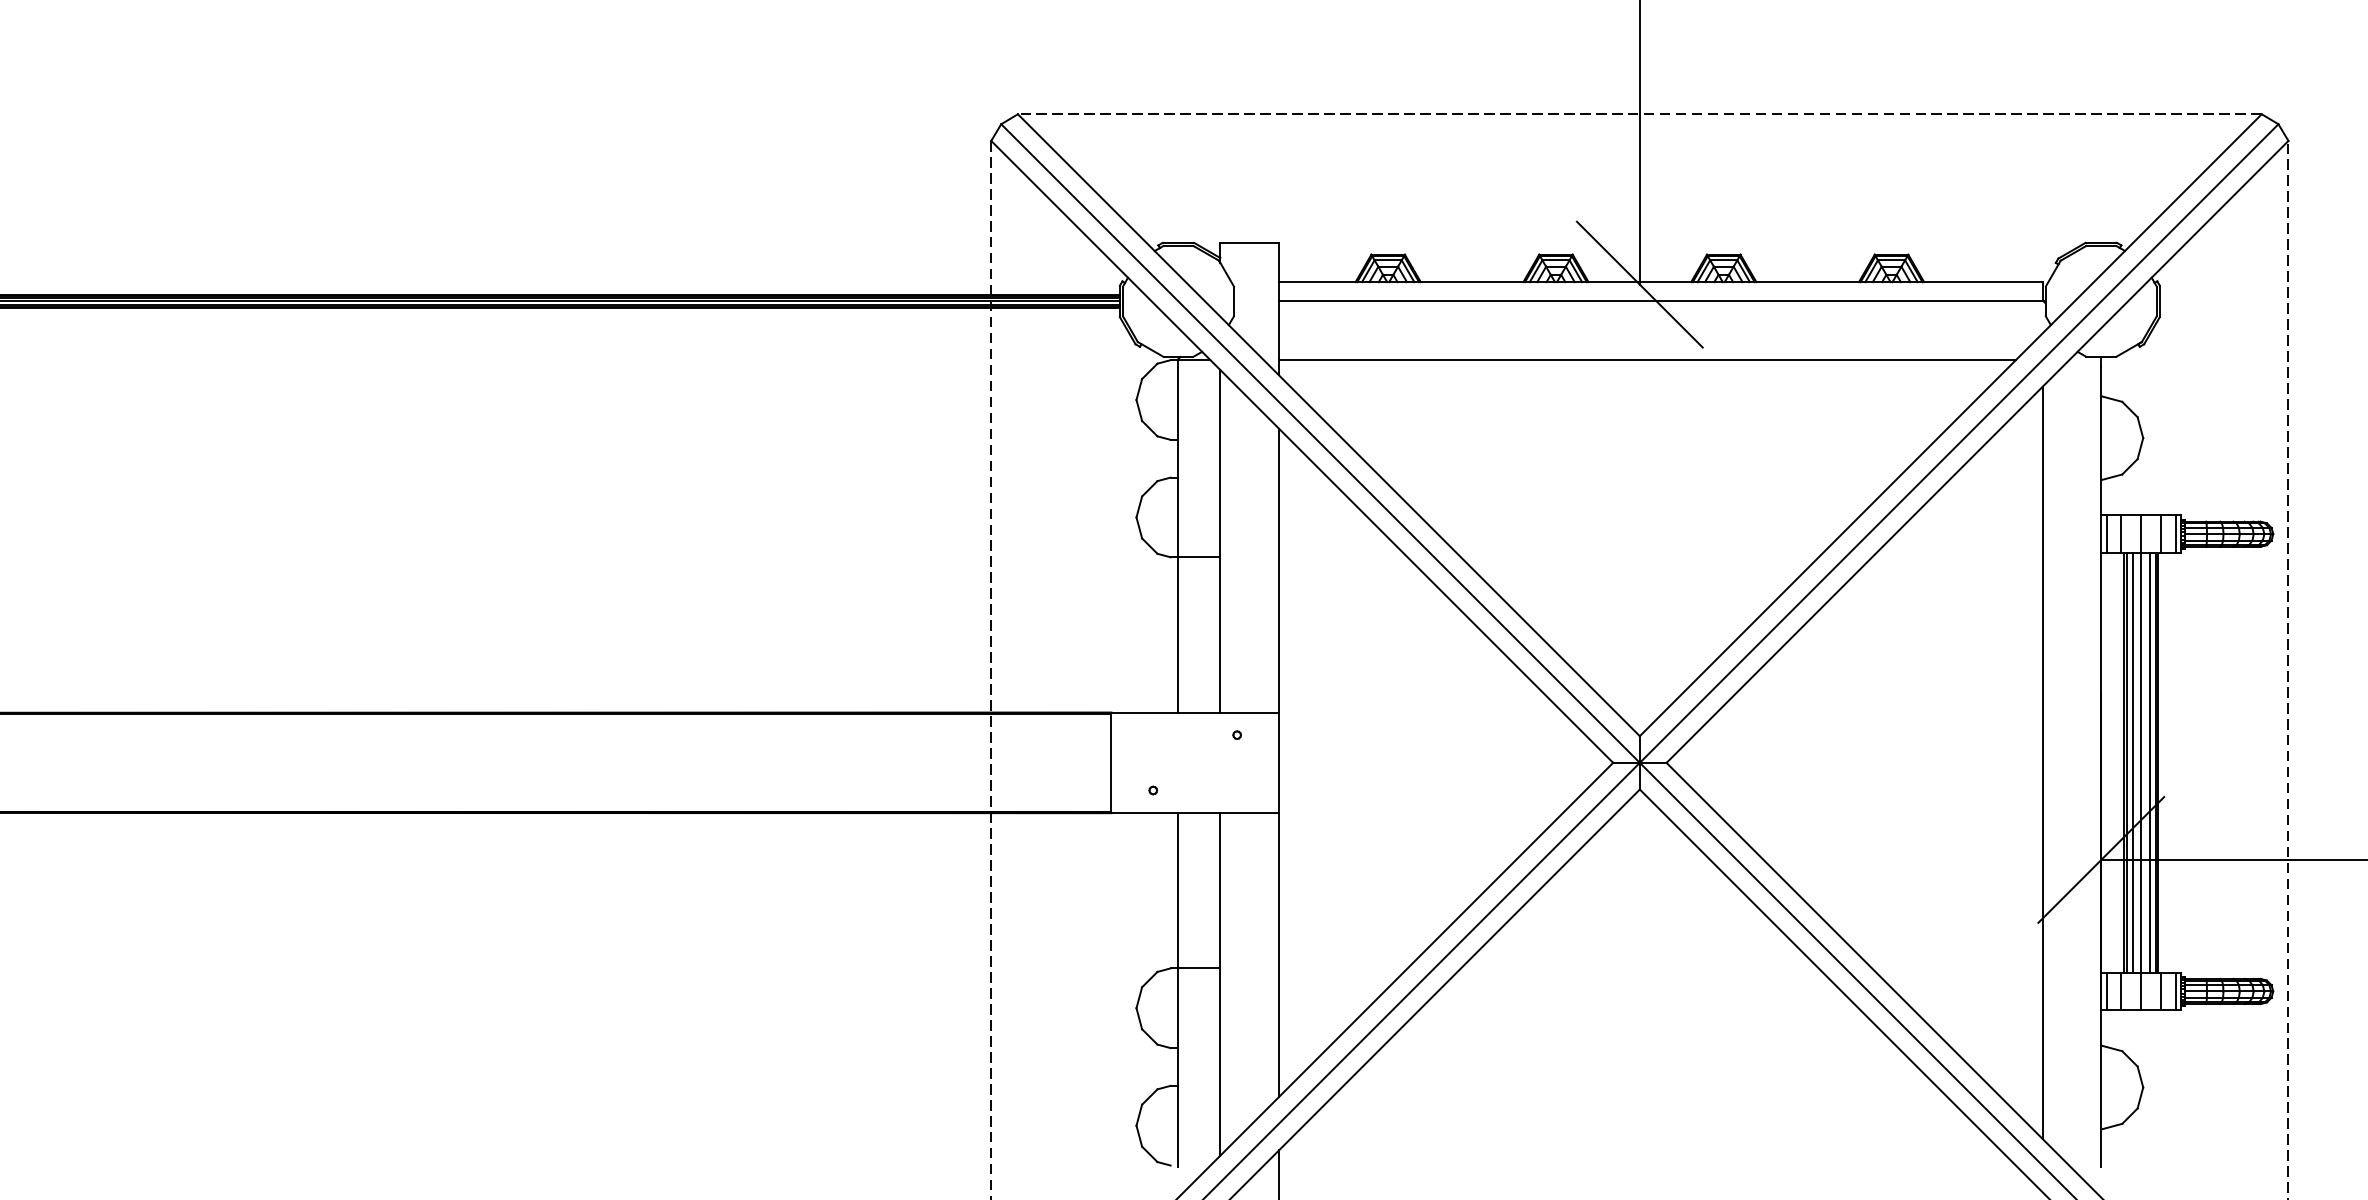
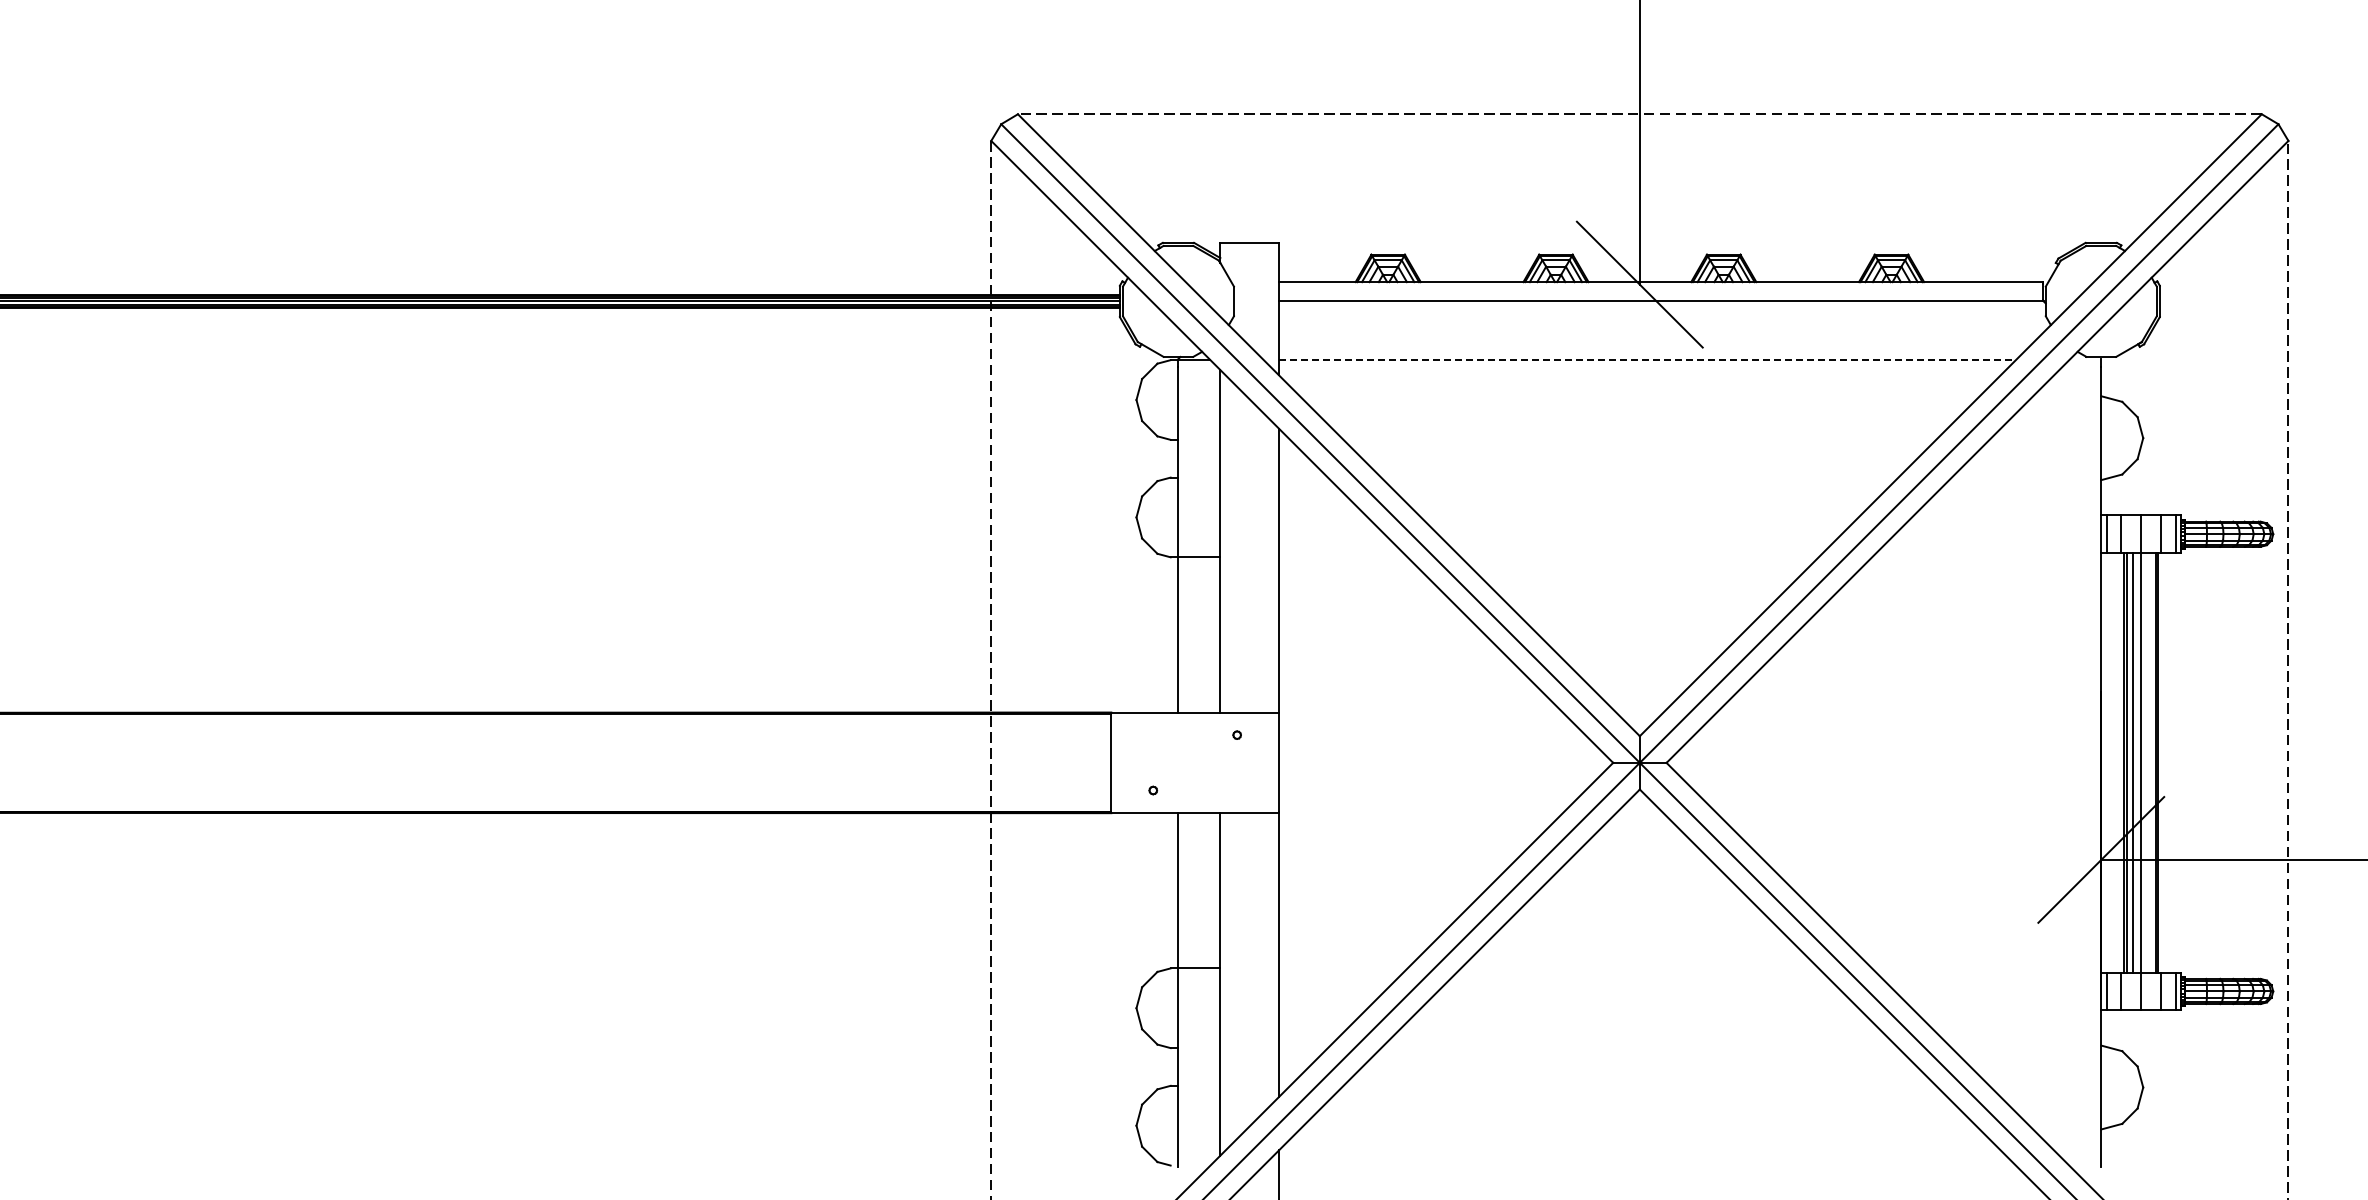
line at (1647, 360): solid -> dashed
line at (2042, 762): present -> none
line at (2149, 762): present -> none
